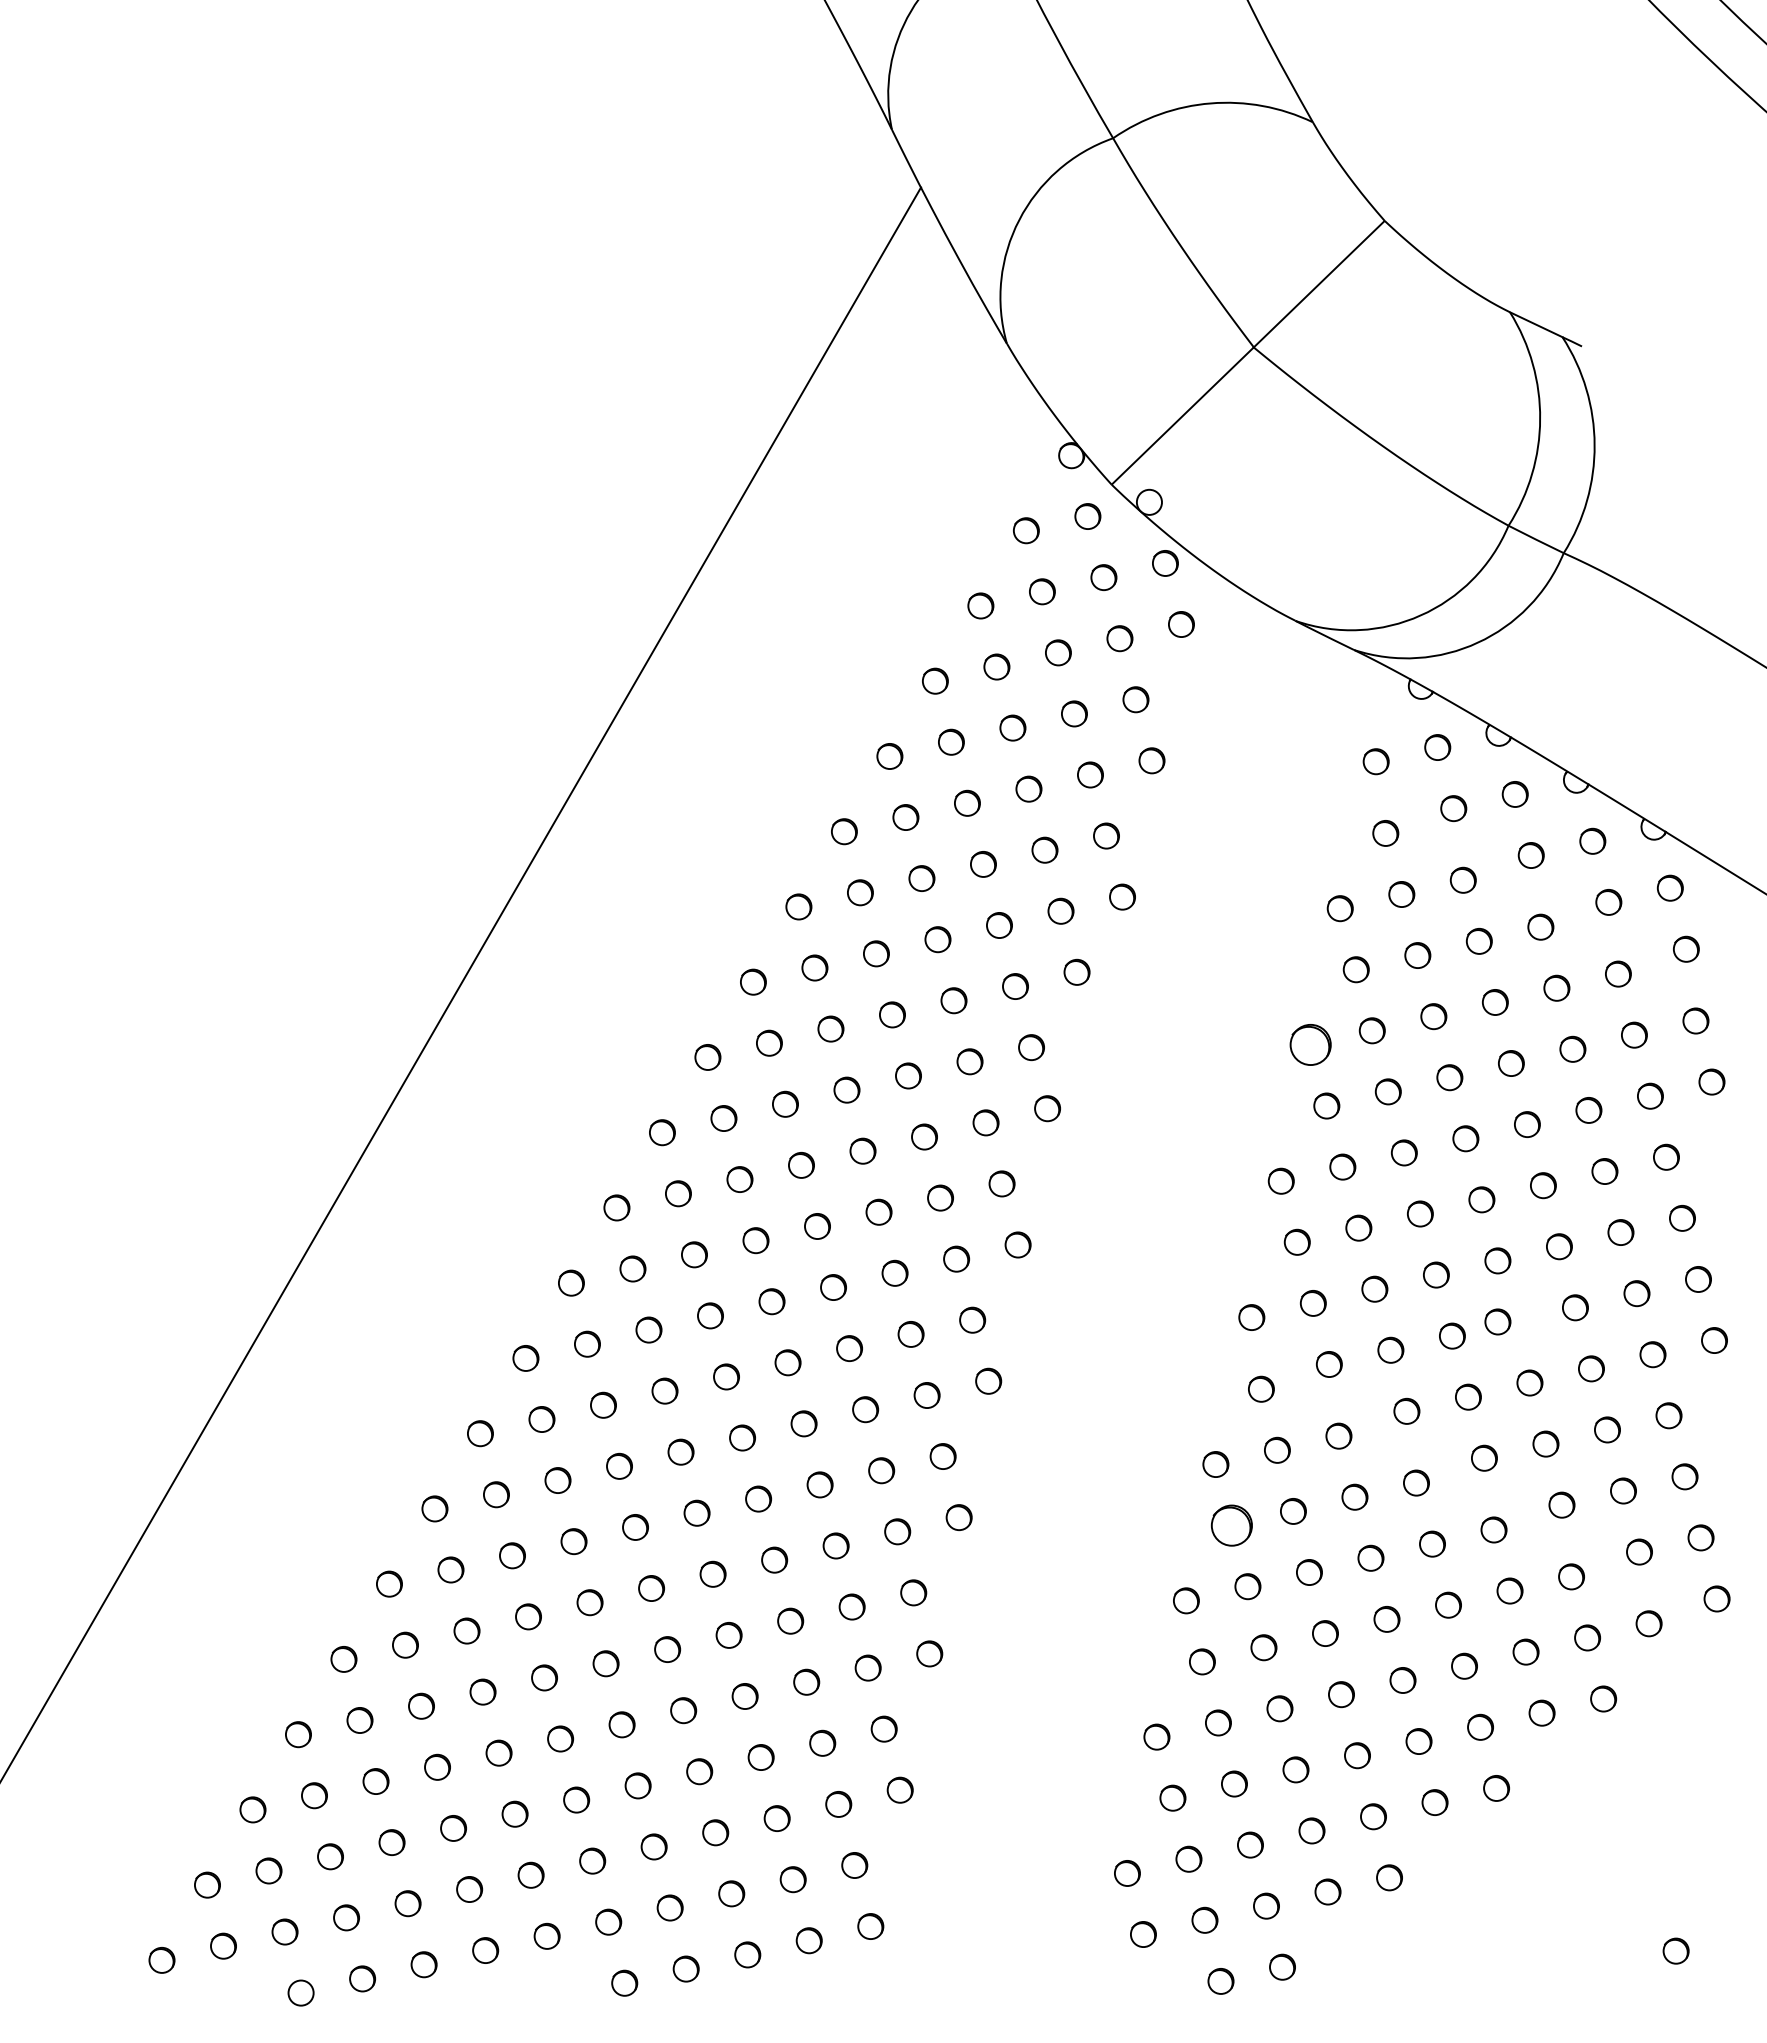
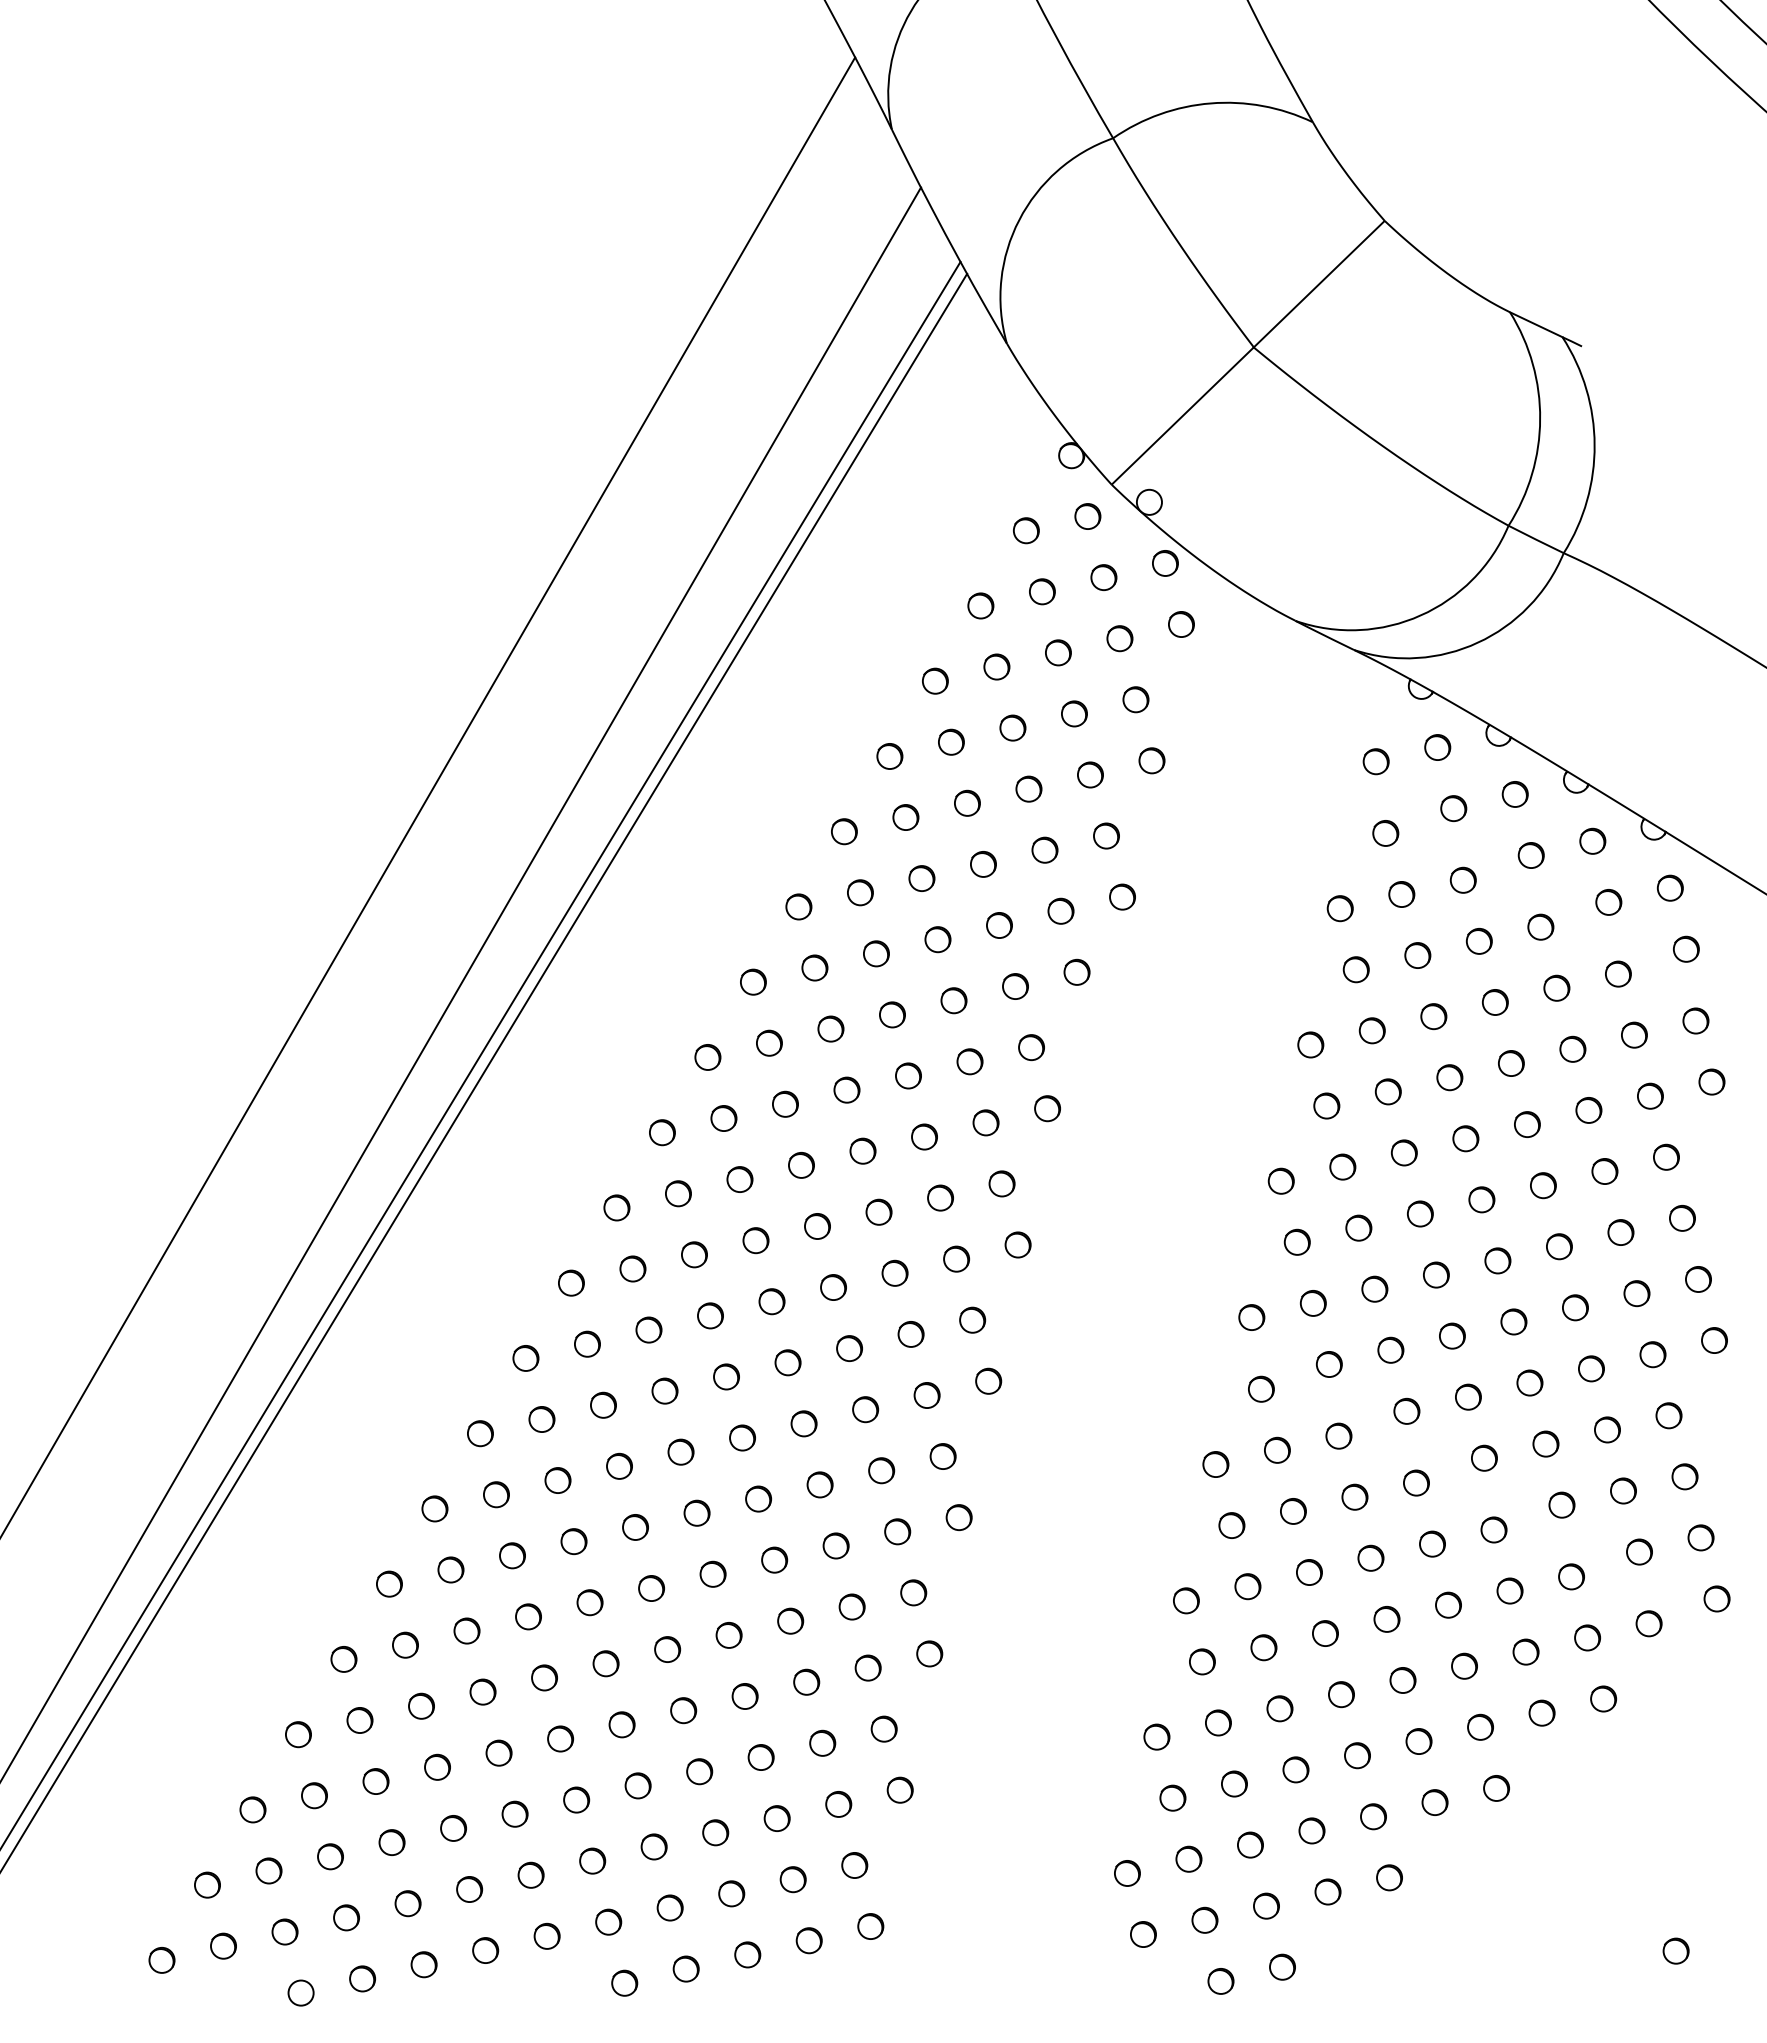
line at (428, 796): none -> present
circle at (1310, 1044) size: 43x42 px -> 28x28 px
line at (481, 1053): none -> present
line at (484, 1070): none -> present
circle at (1497, 1321) position: (1497, 1321) -> (1513, 1321)
part at (1231, 1525) size: 43x43 px -> 28x27 px
